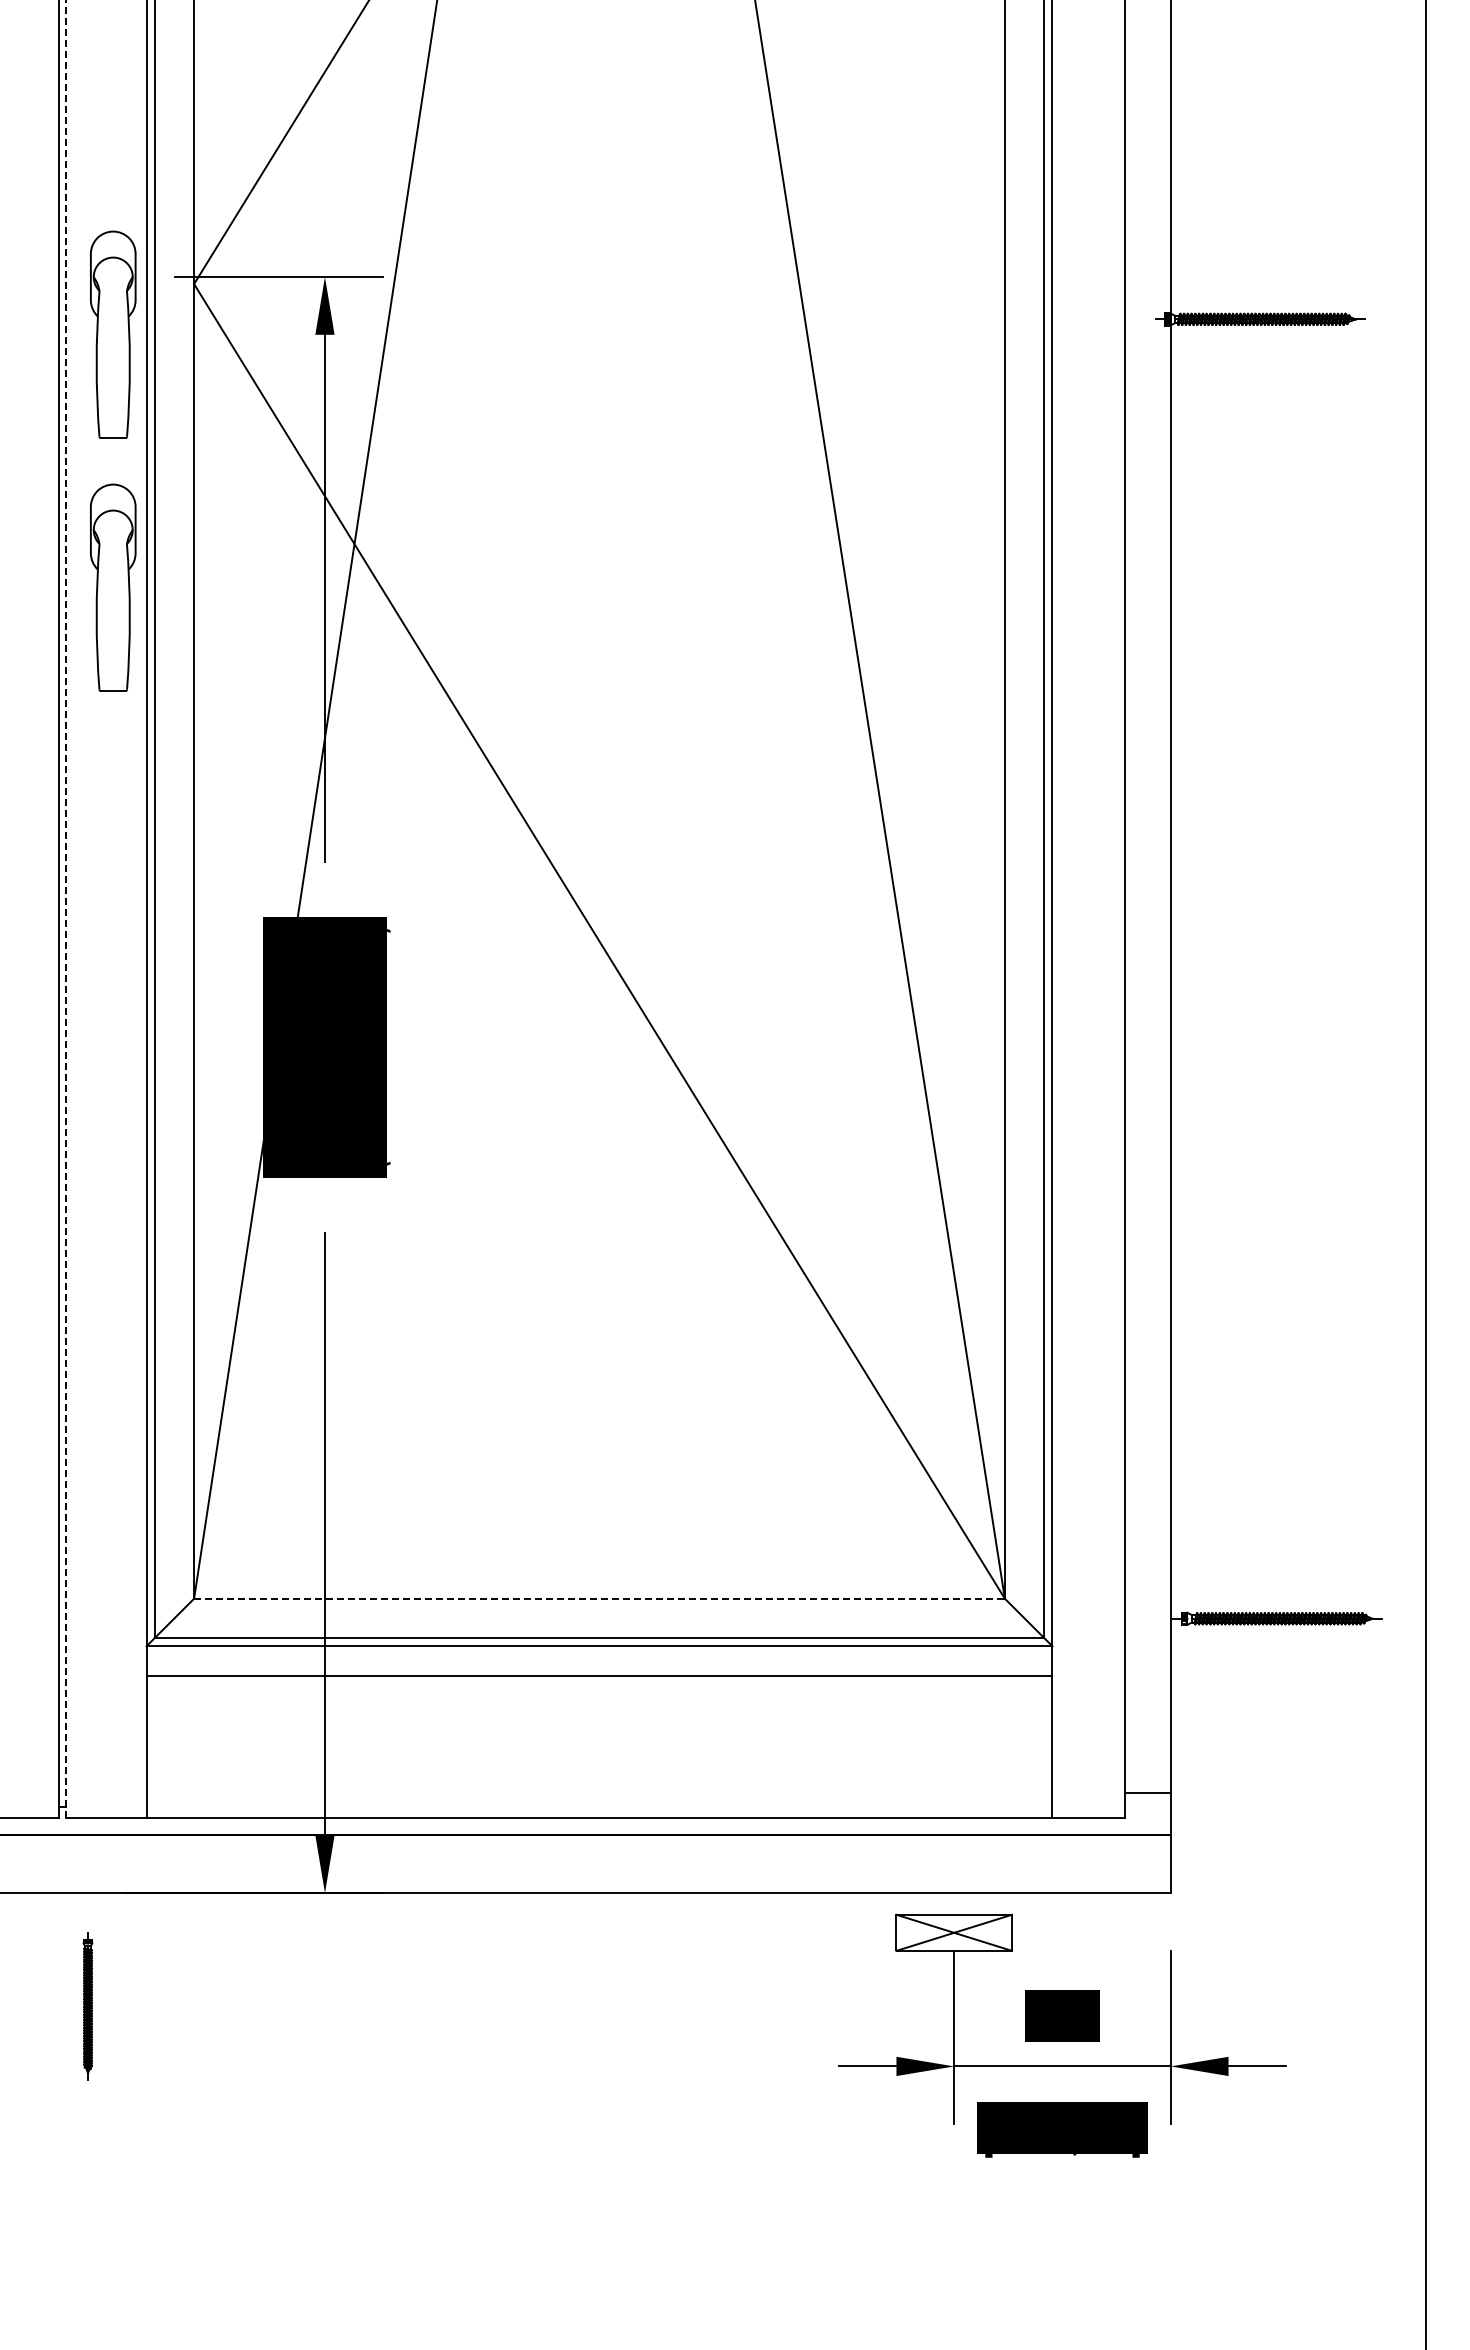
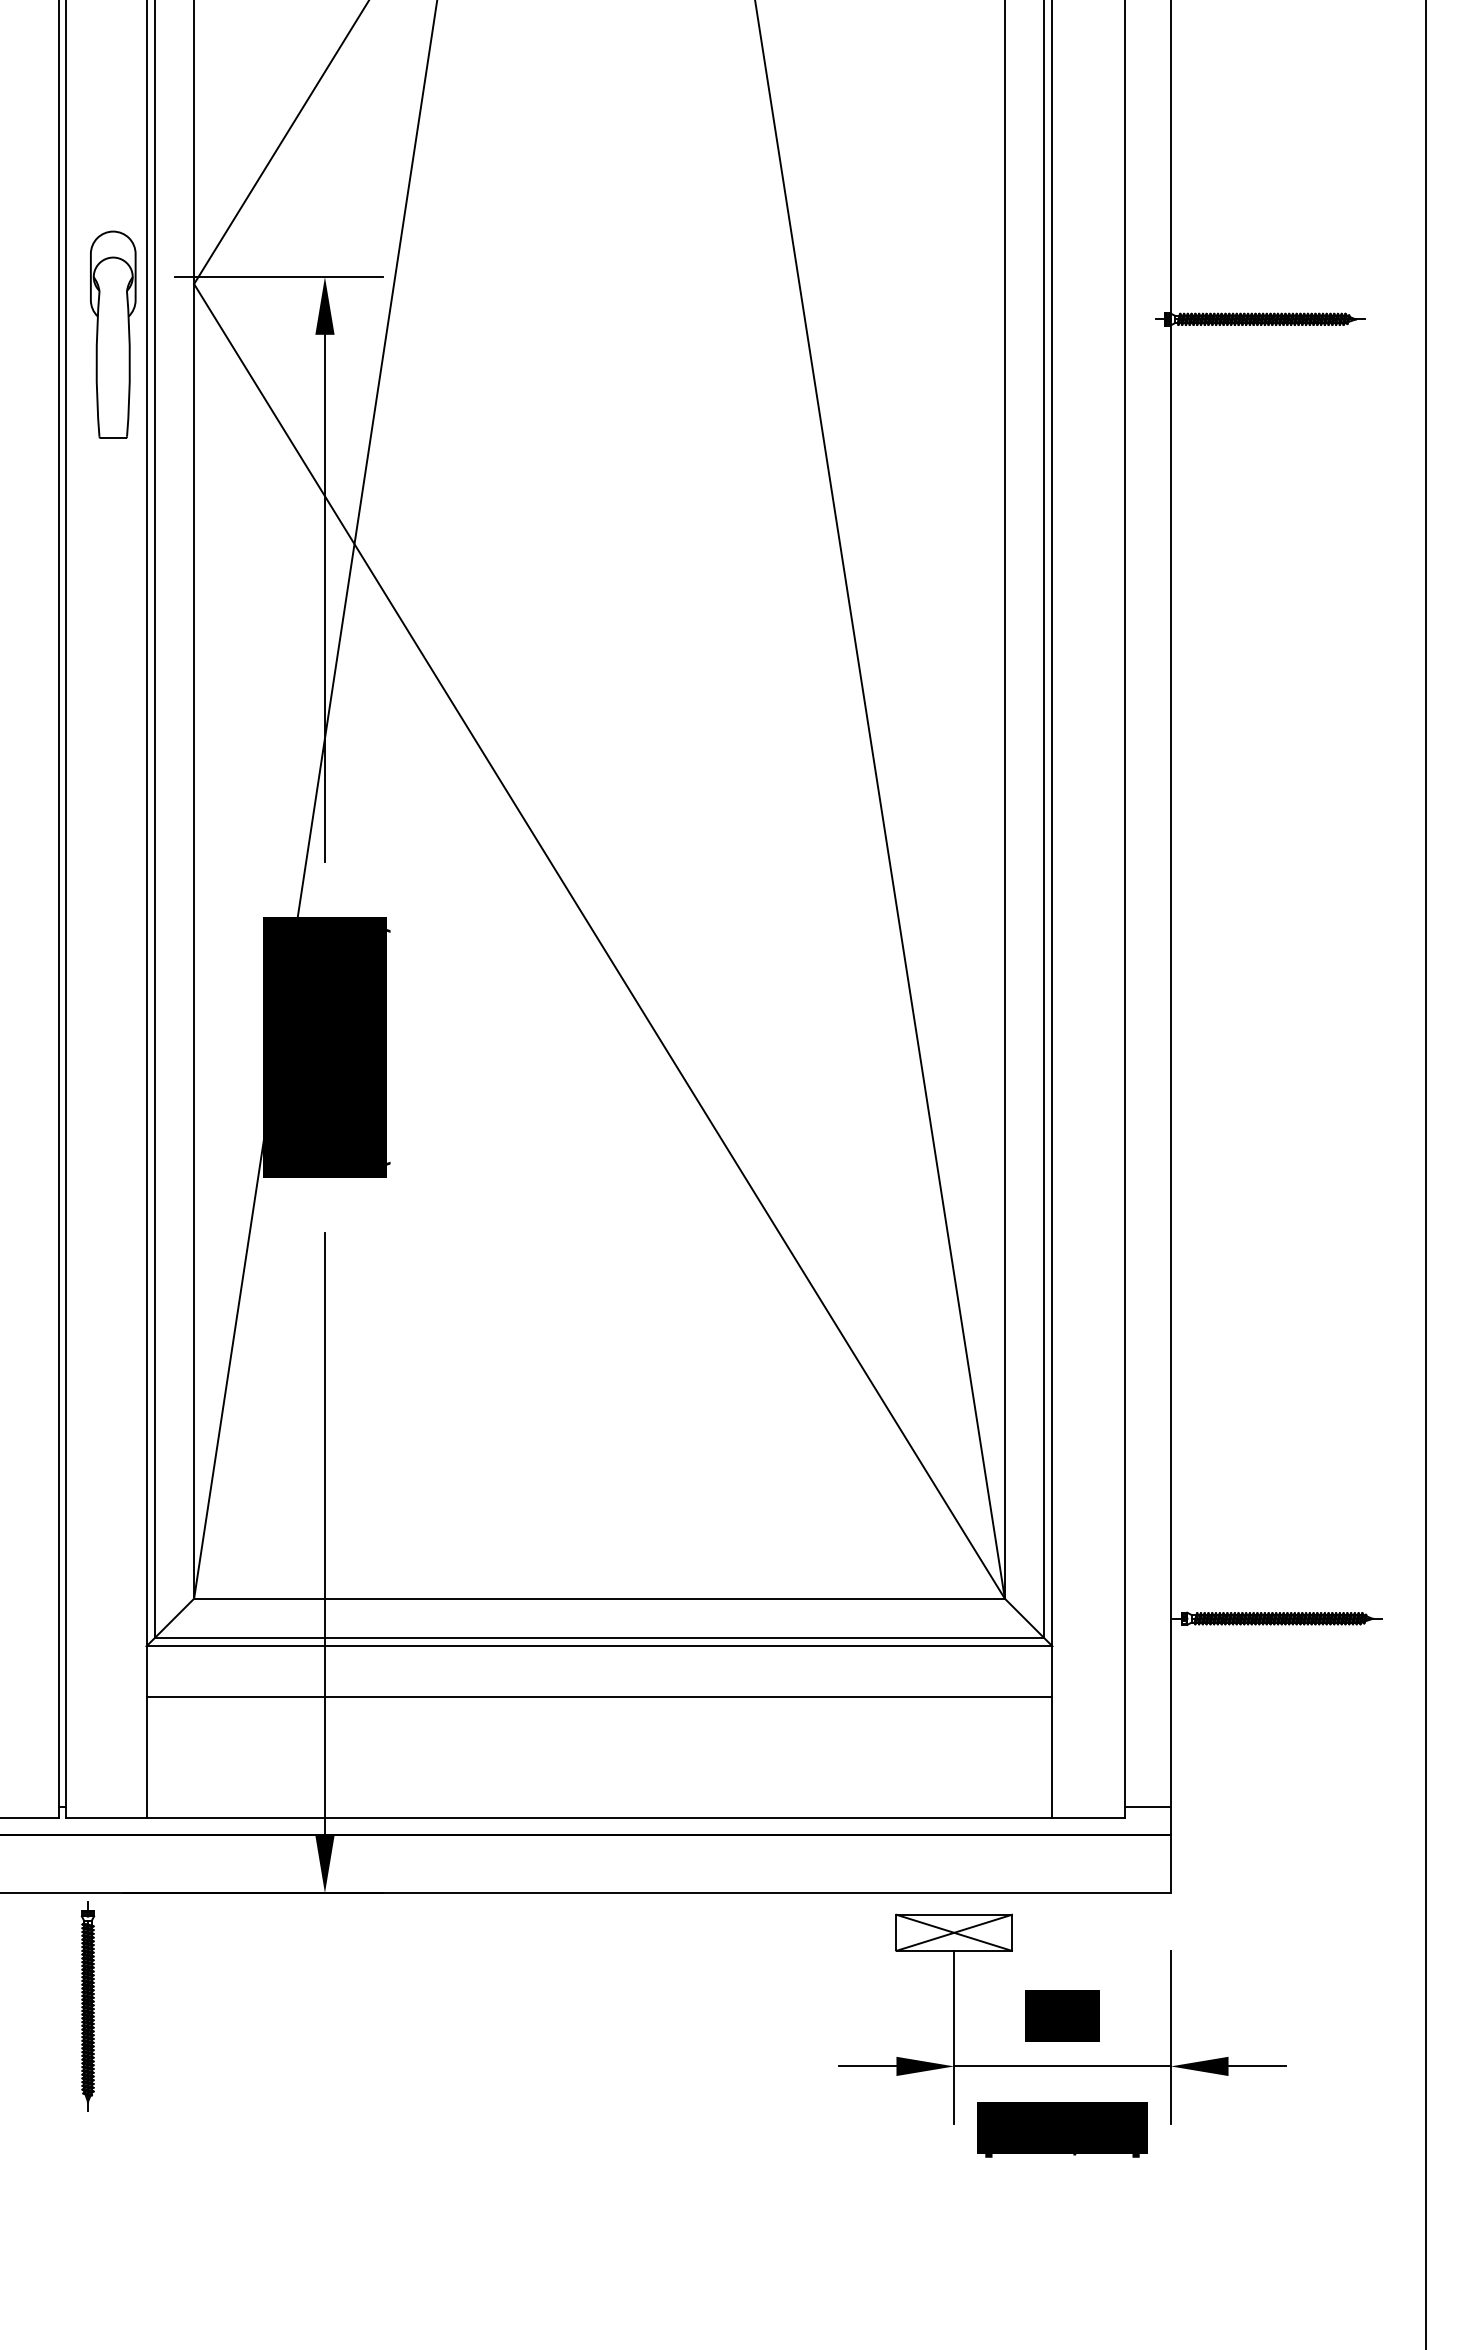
part at (113, 587): present -> none
line at (66, 908): dashed -> solid
line at (600, 1598): dashed -> solid
line at (599, 1675) position: (599, 1675) -> (599, 1696)
line at (1147, 1792) position: (1147, 1792) -> (1147, 1806)
part at (87, 2006) size: 12x149 px -> 16x211 px
